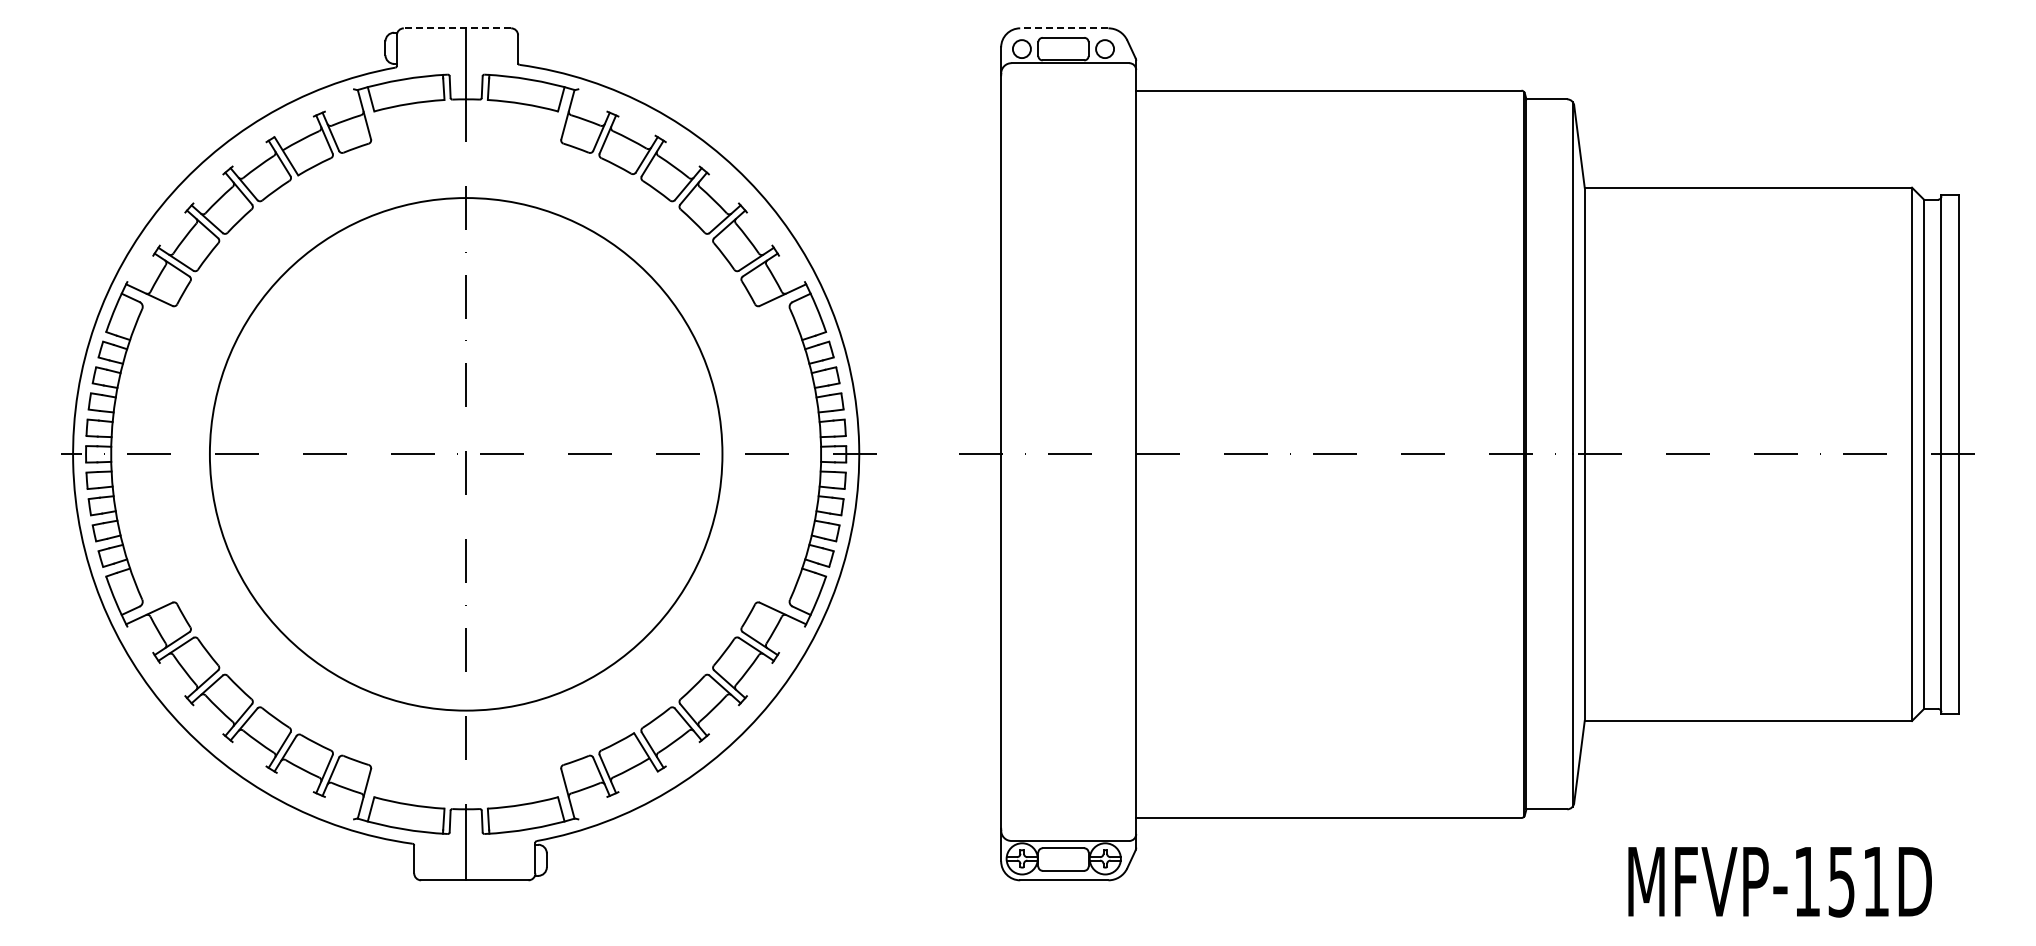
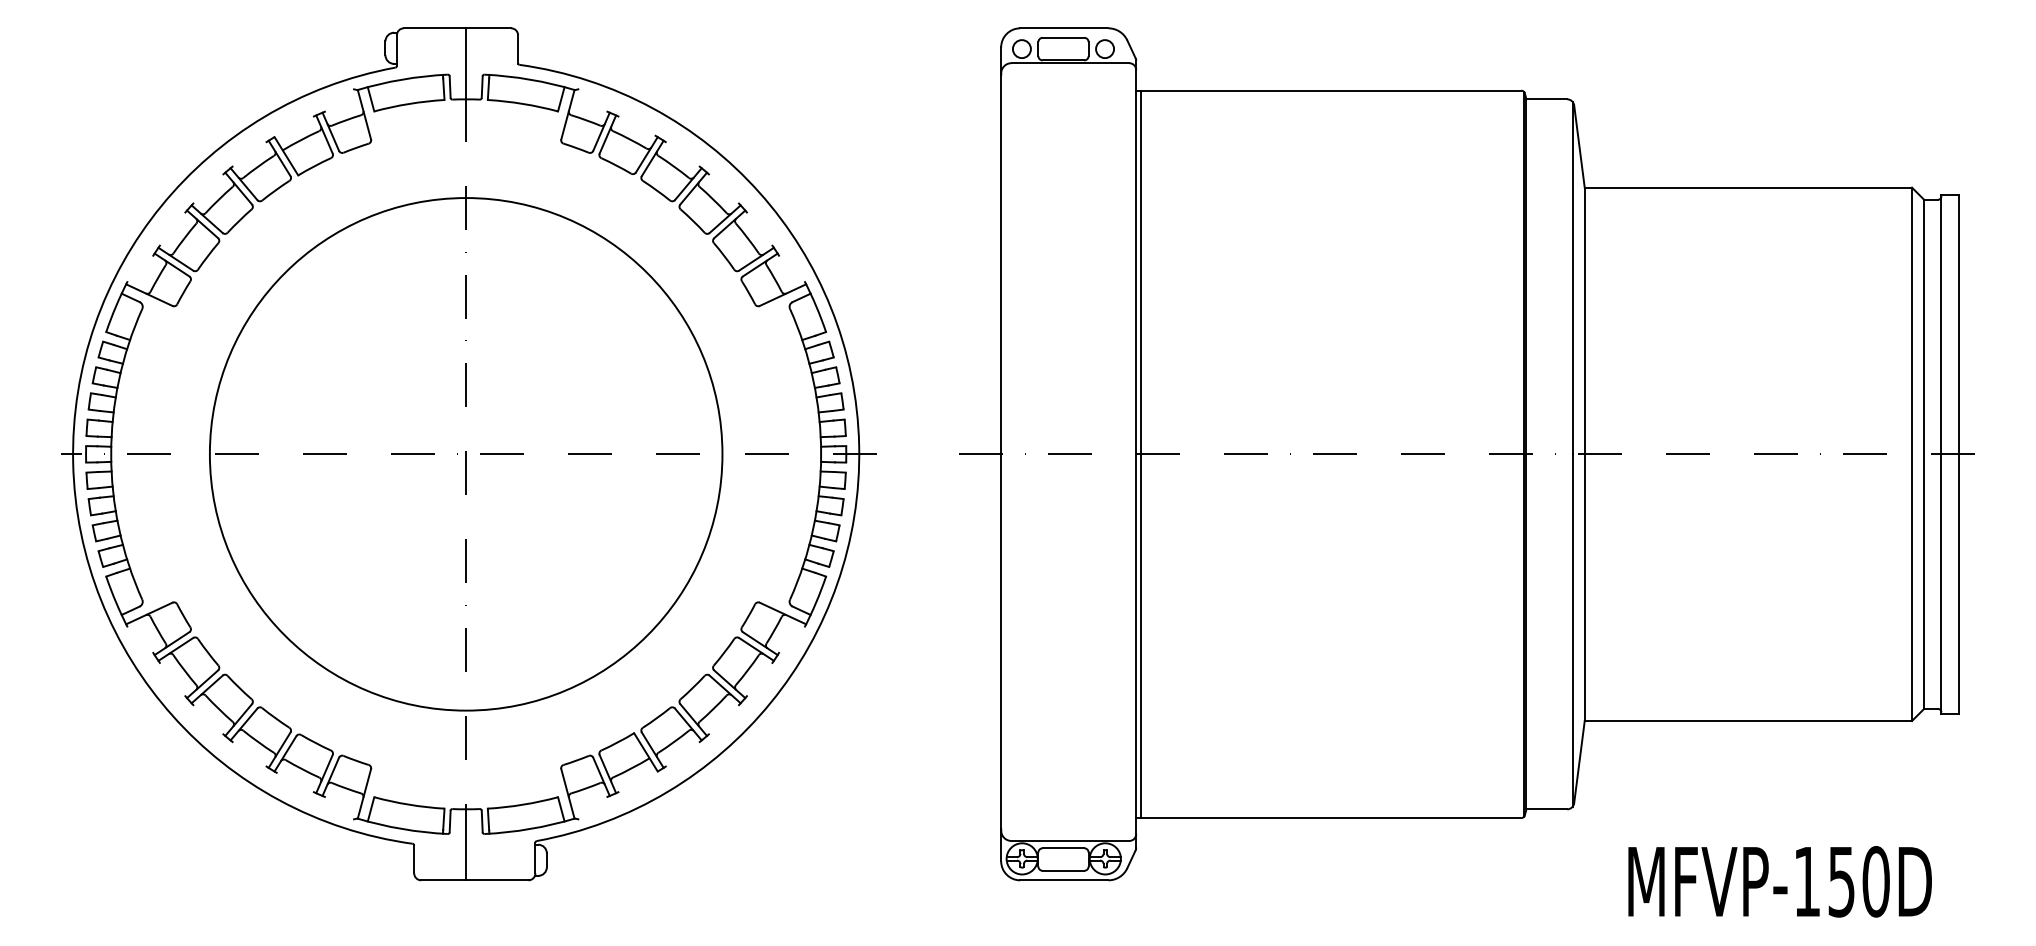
line at (457, 28): dashed -> solid
line at (1063, 28): dashed -> solid
line at (1141, 453): none -> present
text at (1875, 881): MFVP-151D -> MFVP-150D
